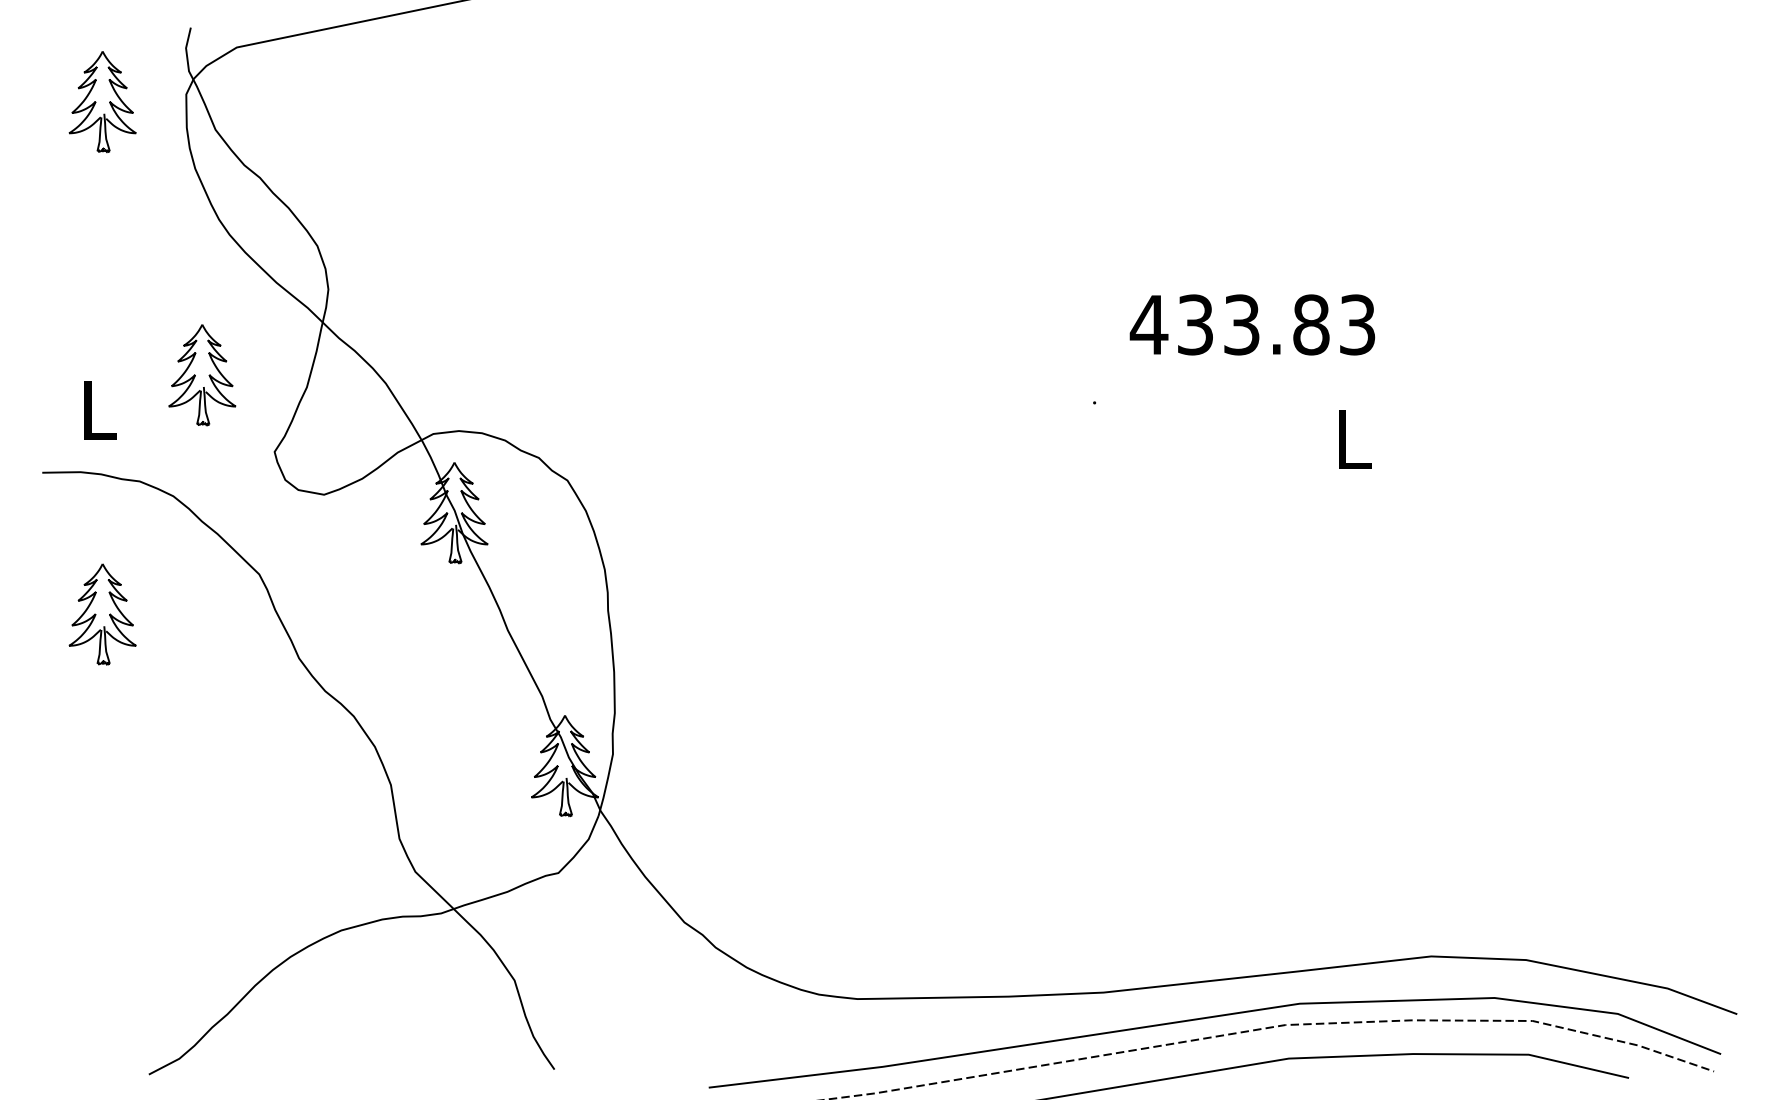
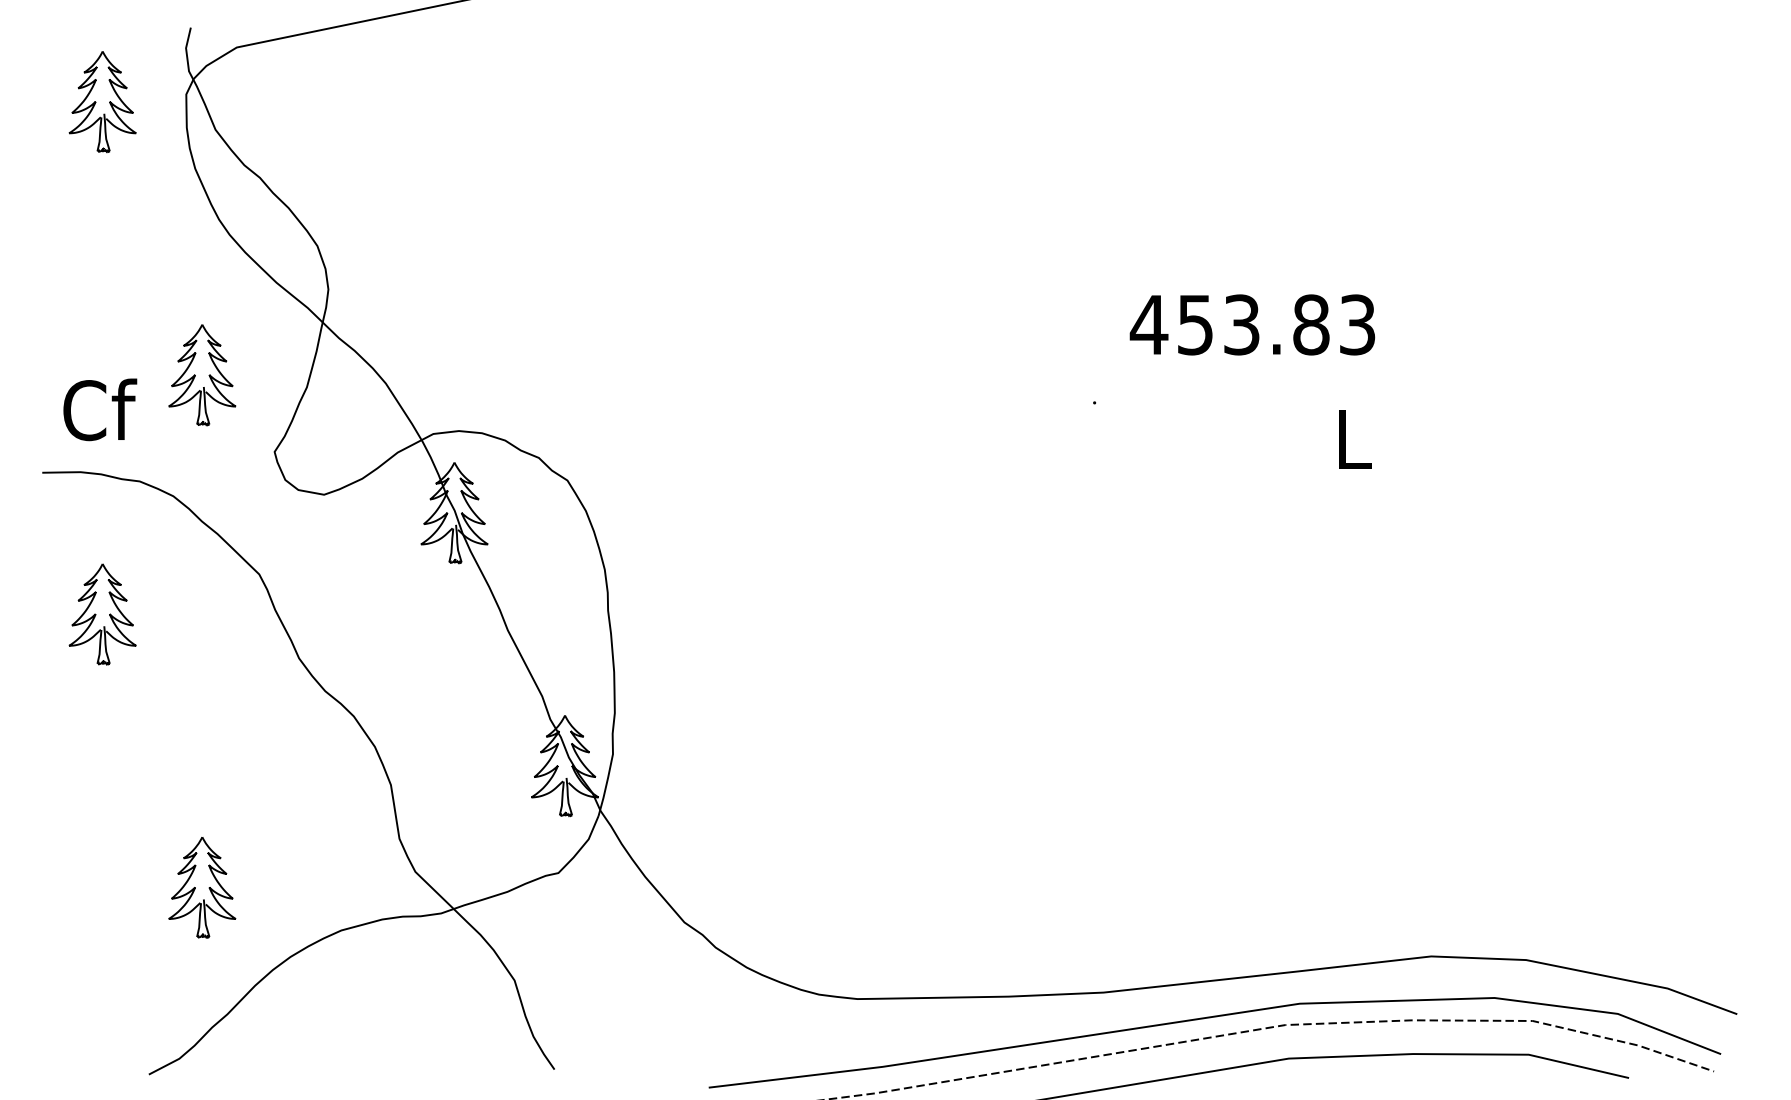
text at (1195, 324): 433.83 -> 453.83
text at (100, 409): L -> Cf
part at (202, 887): none -> present
